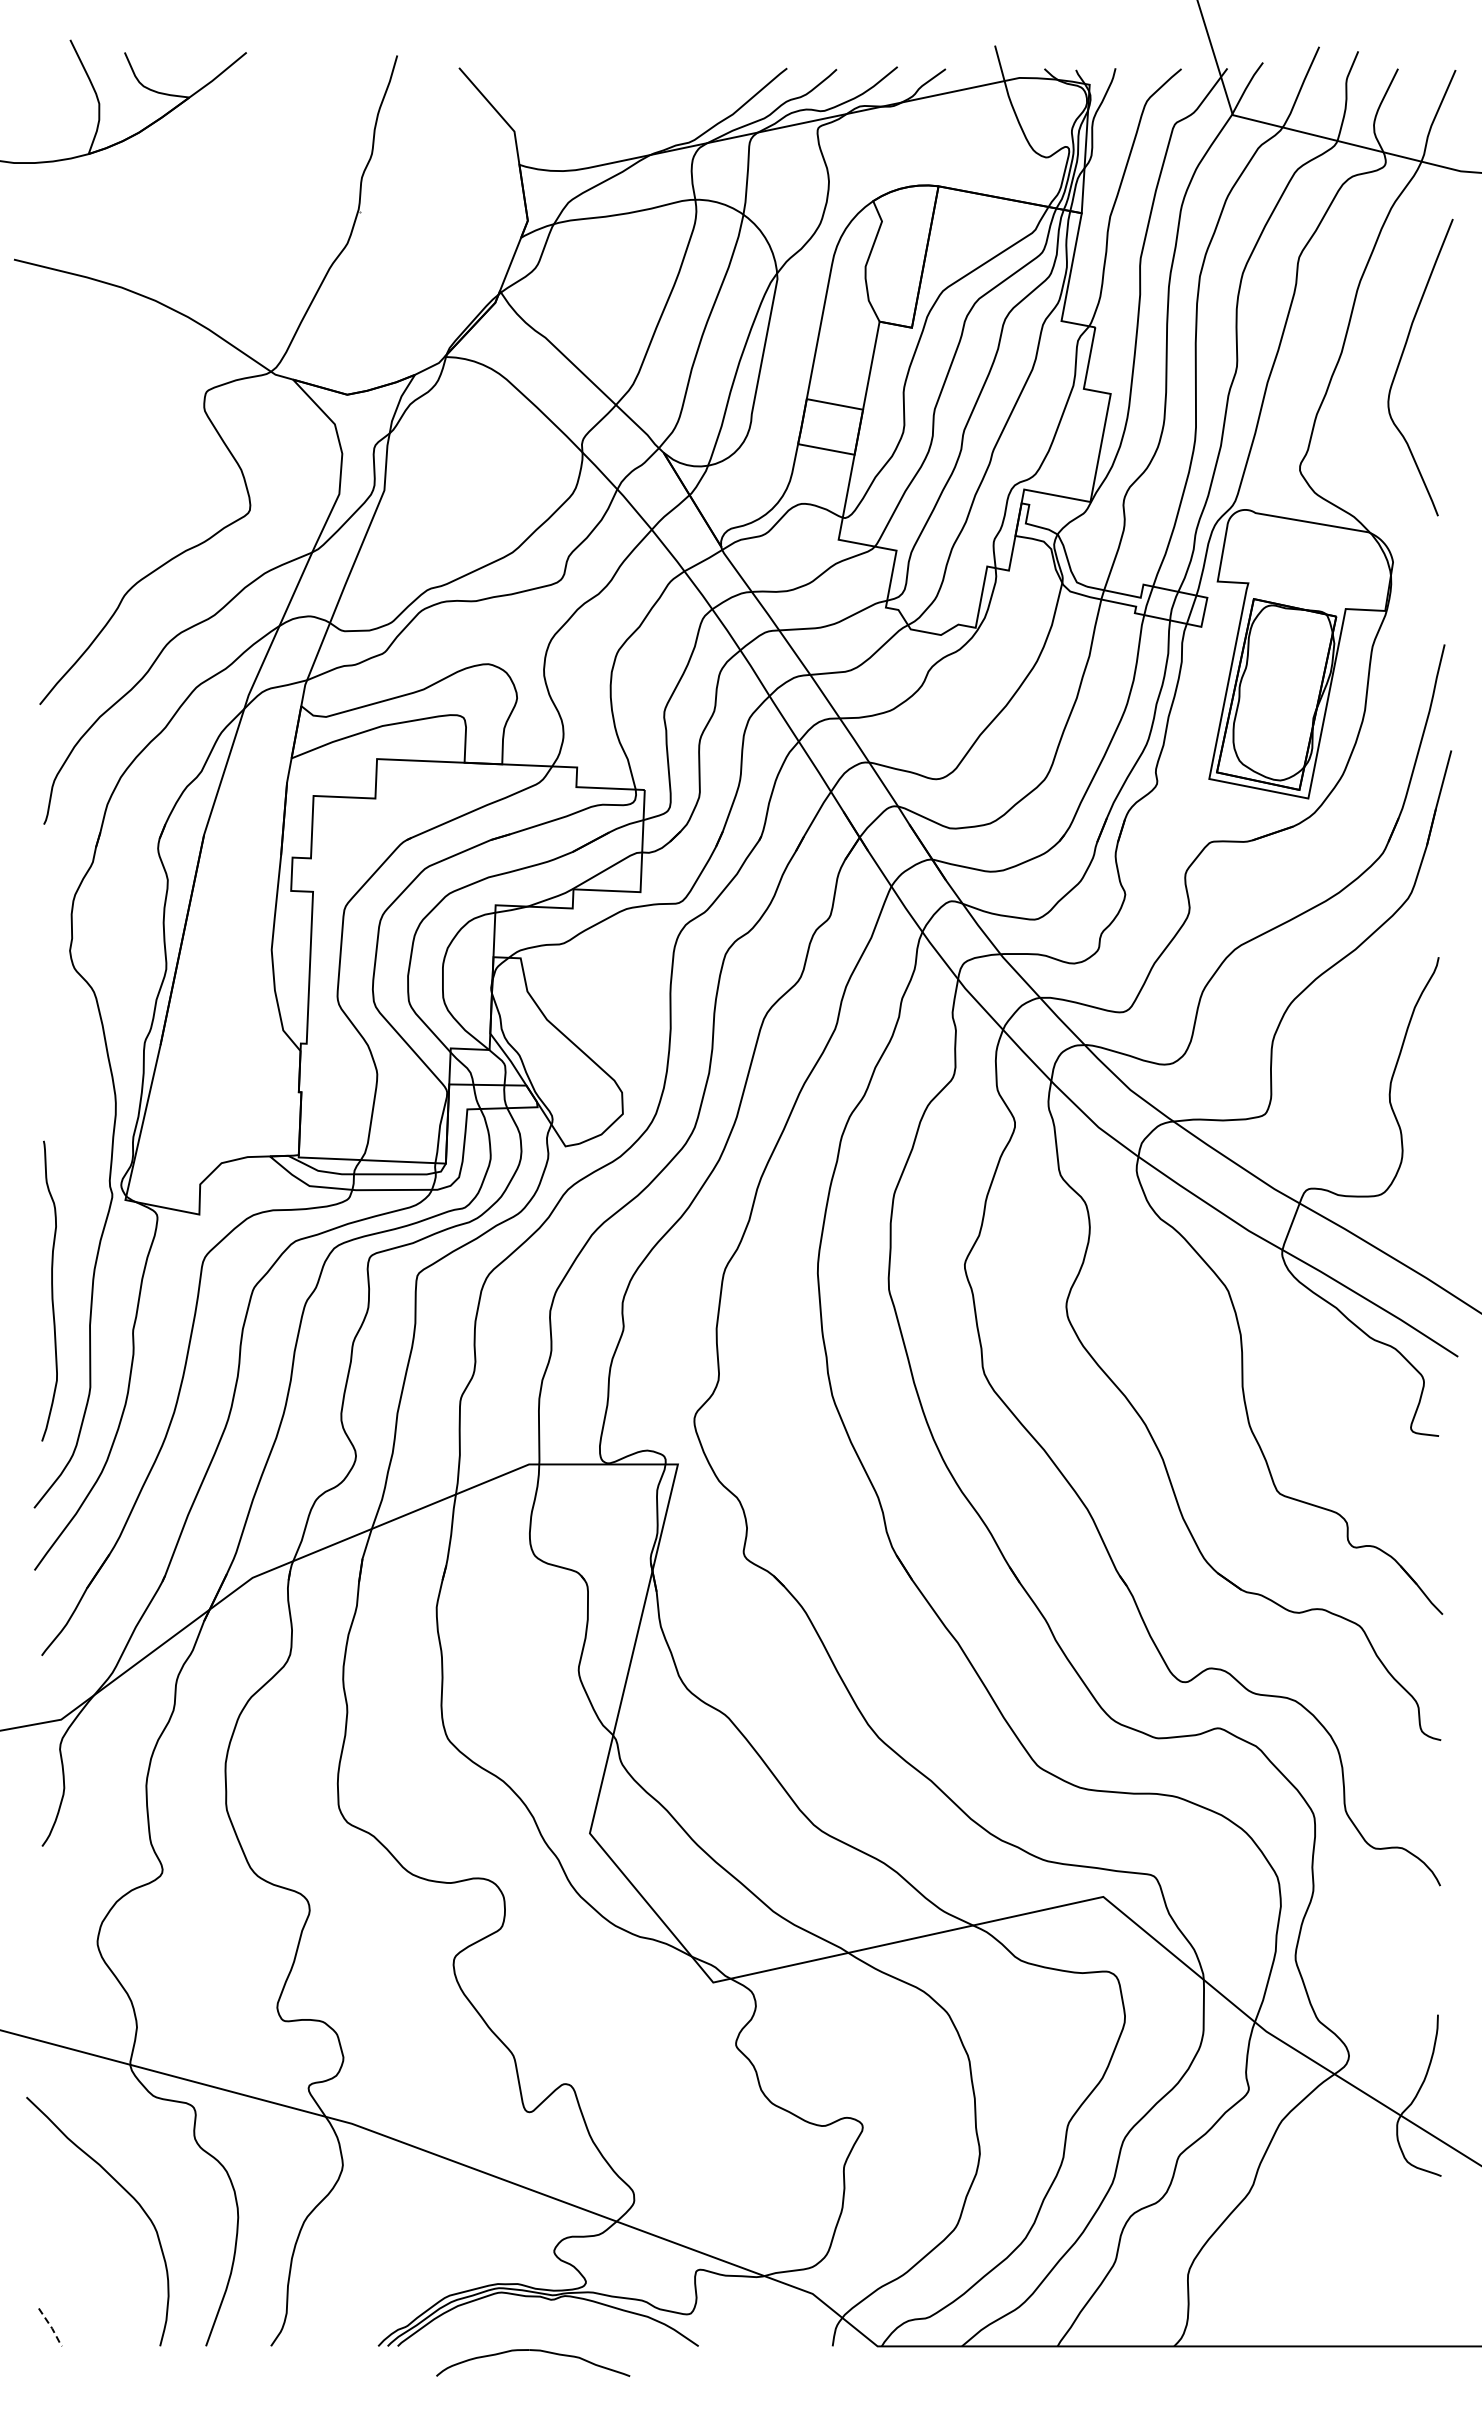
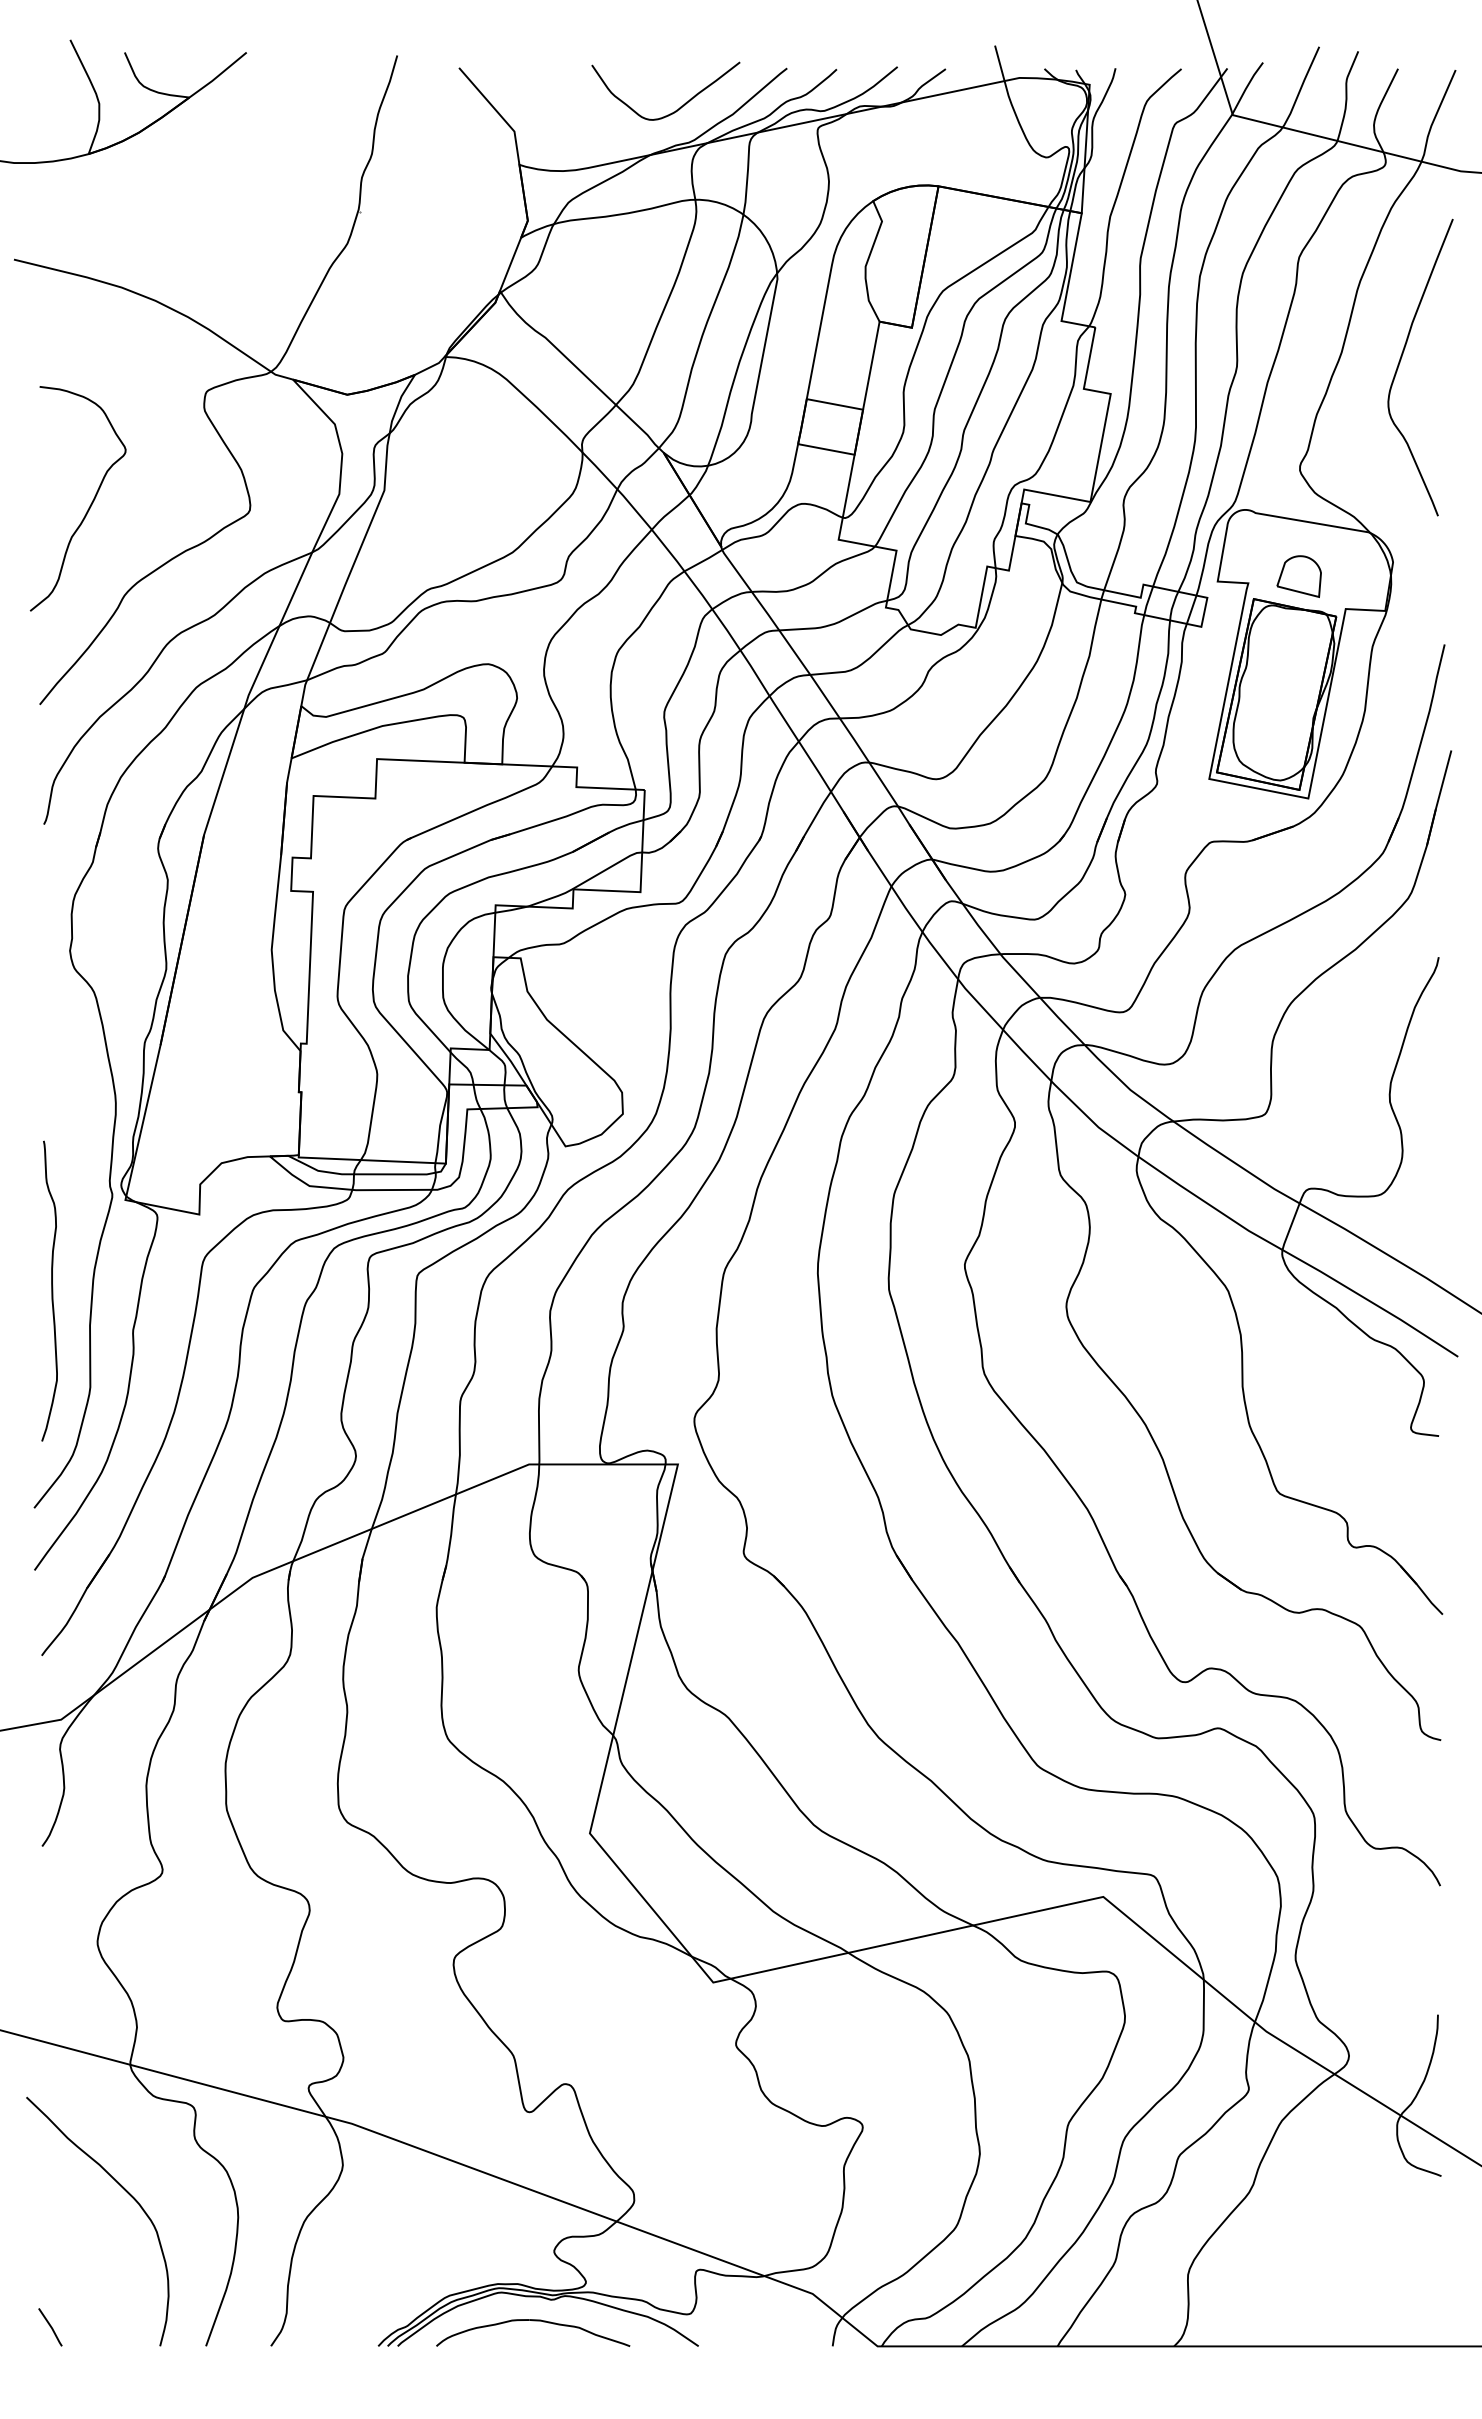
curve at (681, 105): none -> present
curve at (89, 505): none -> present
part at (1298, 576): none -> present
line at (52, 2328): dashed -> solid
part at (533, 2351) position: (533, 2351) -> (533, 2321)
